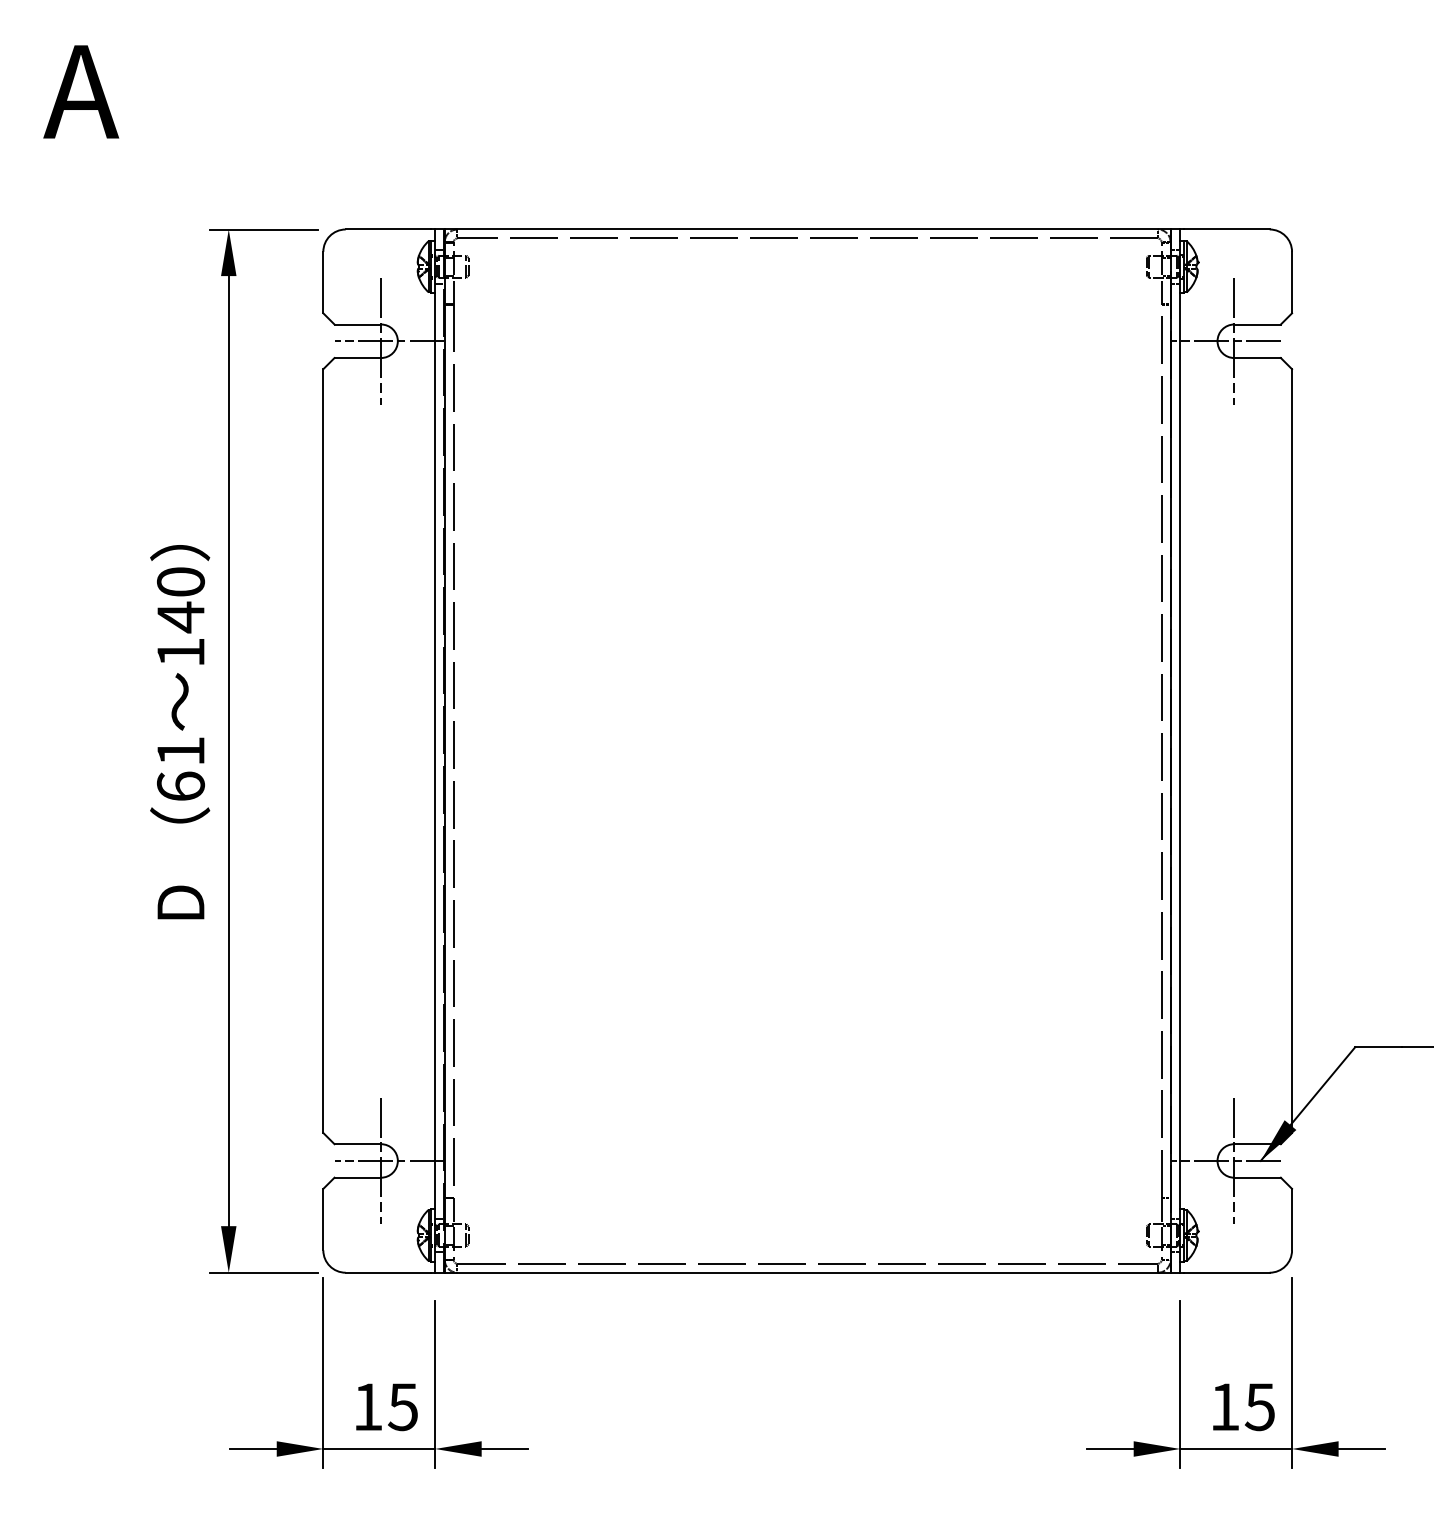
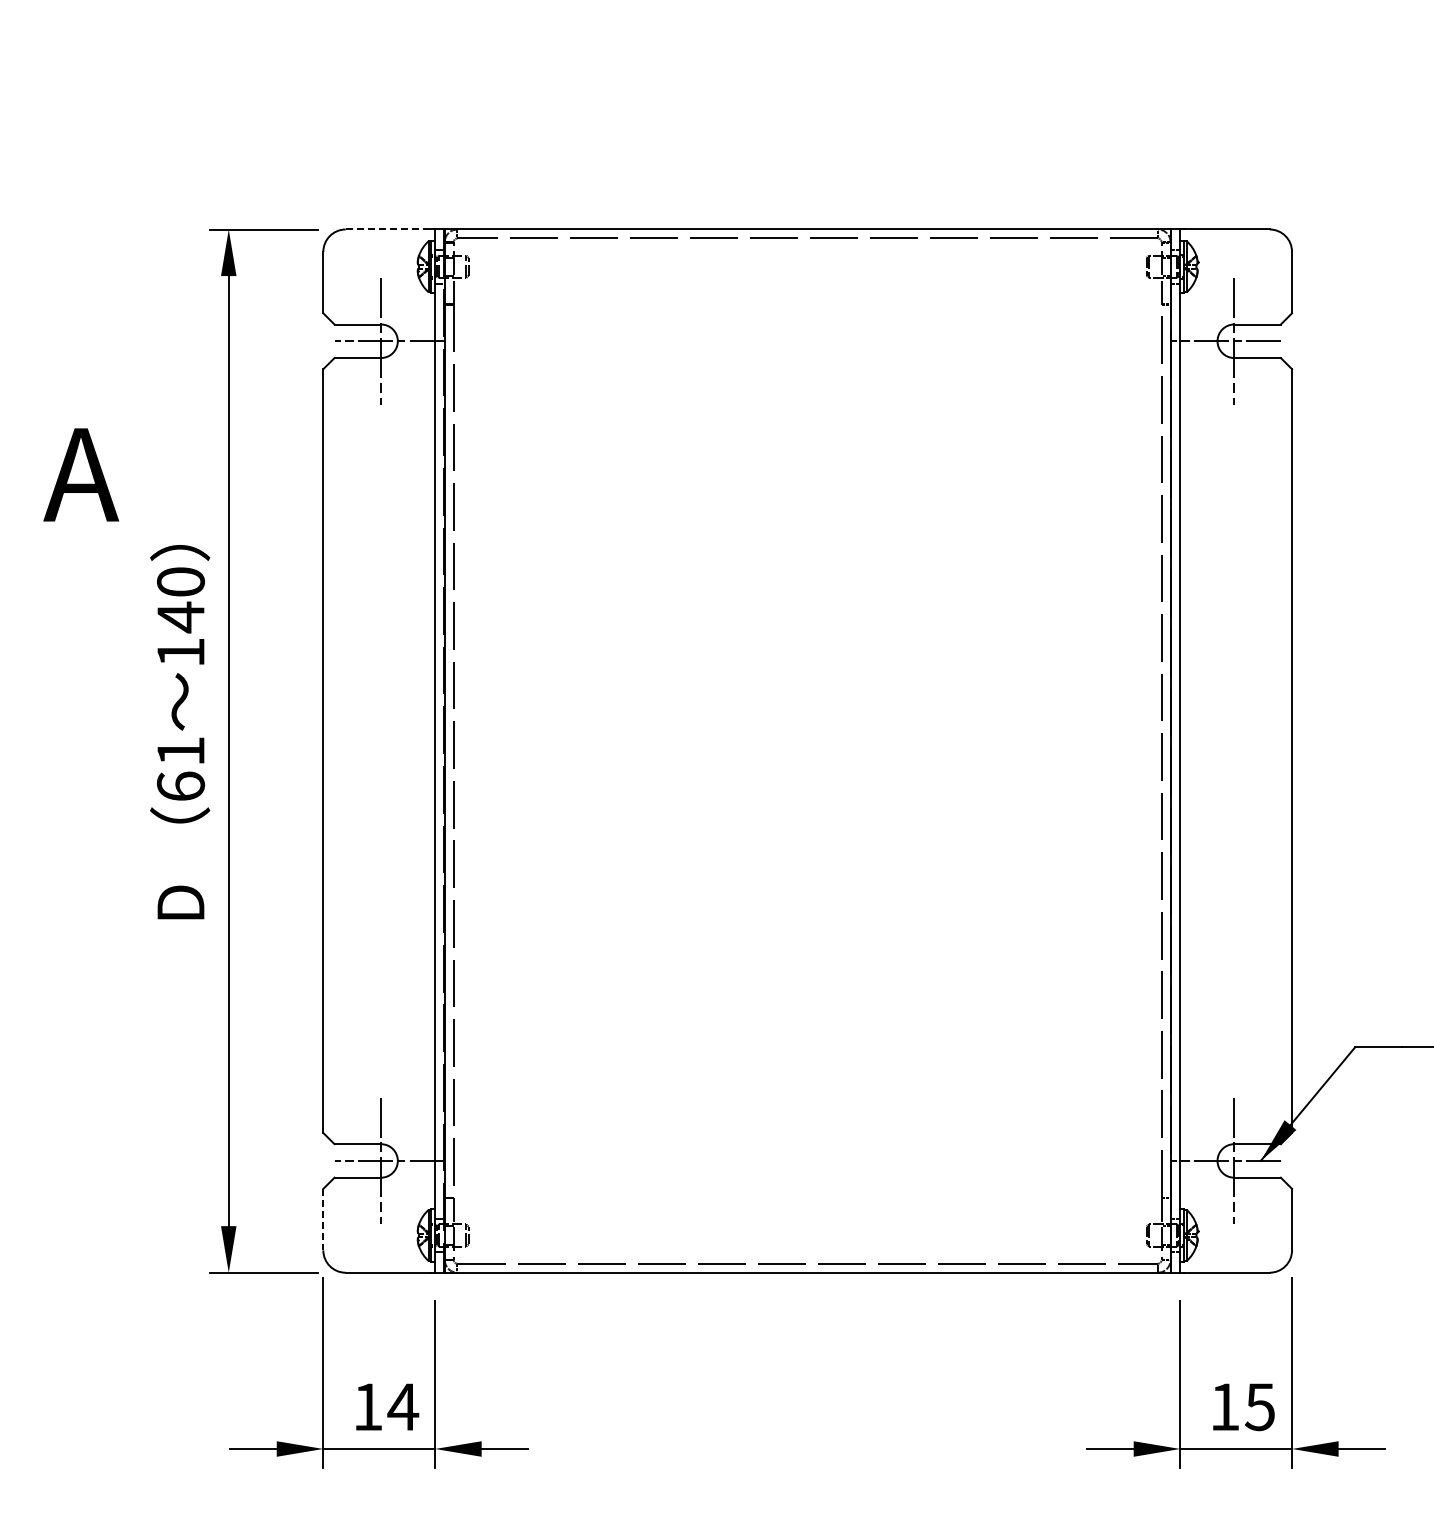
text at (81, 91) position: (81, 91) -> (81, 474)
line at (388, 229): solid -> dashed
line at (323, 1219): solid -> dashed
text at (403, 1407): 15 -> 14
